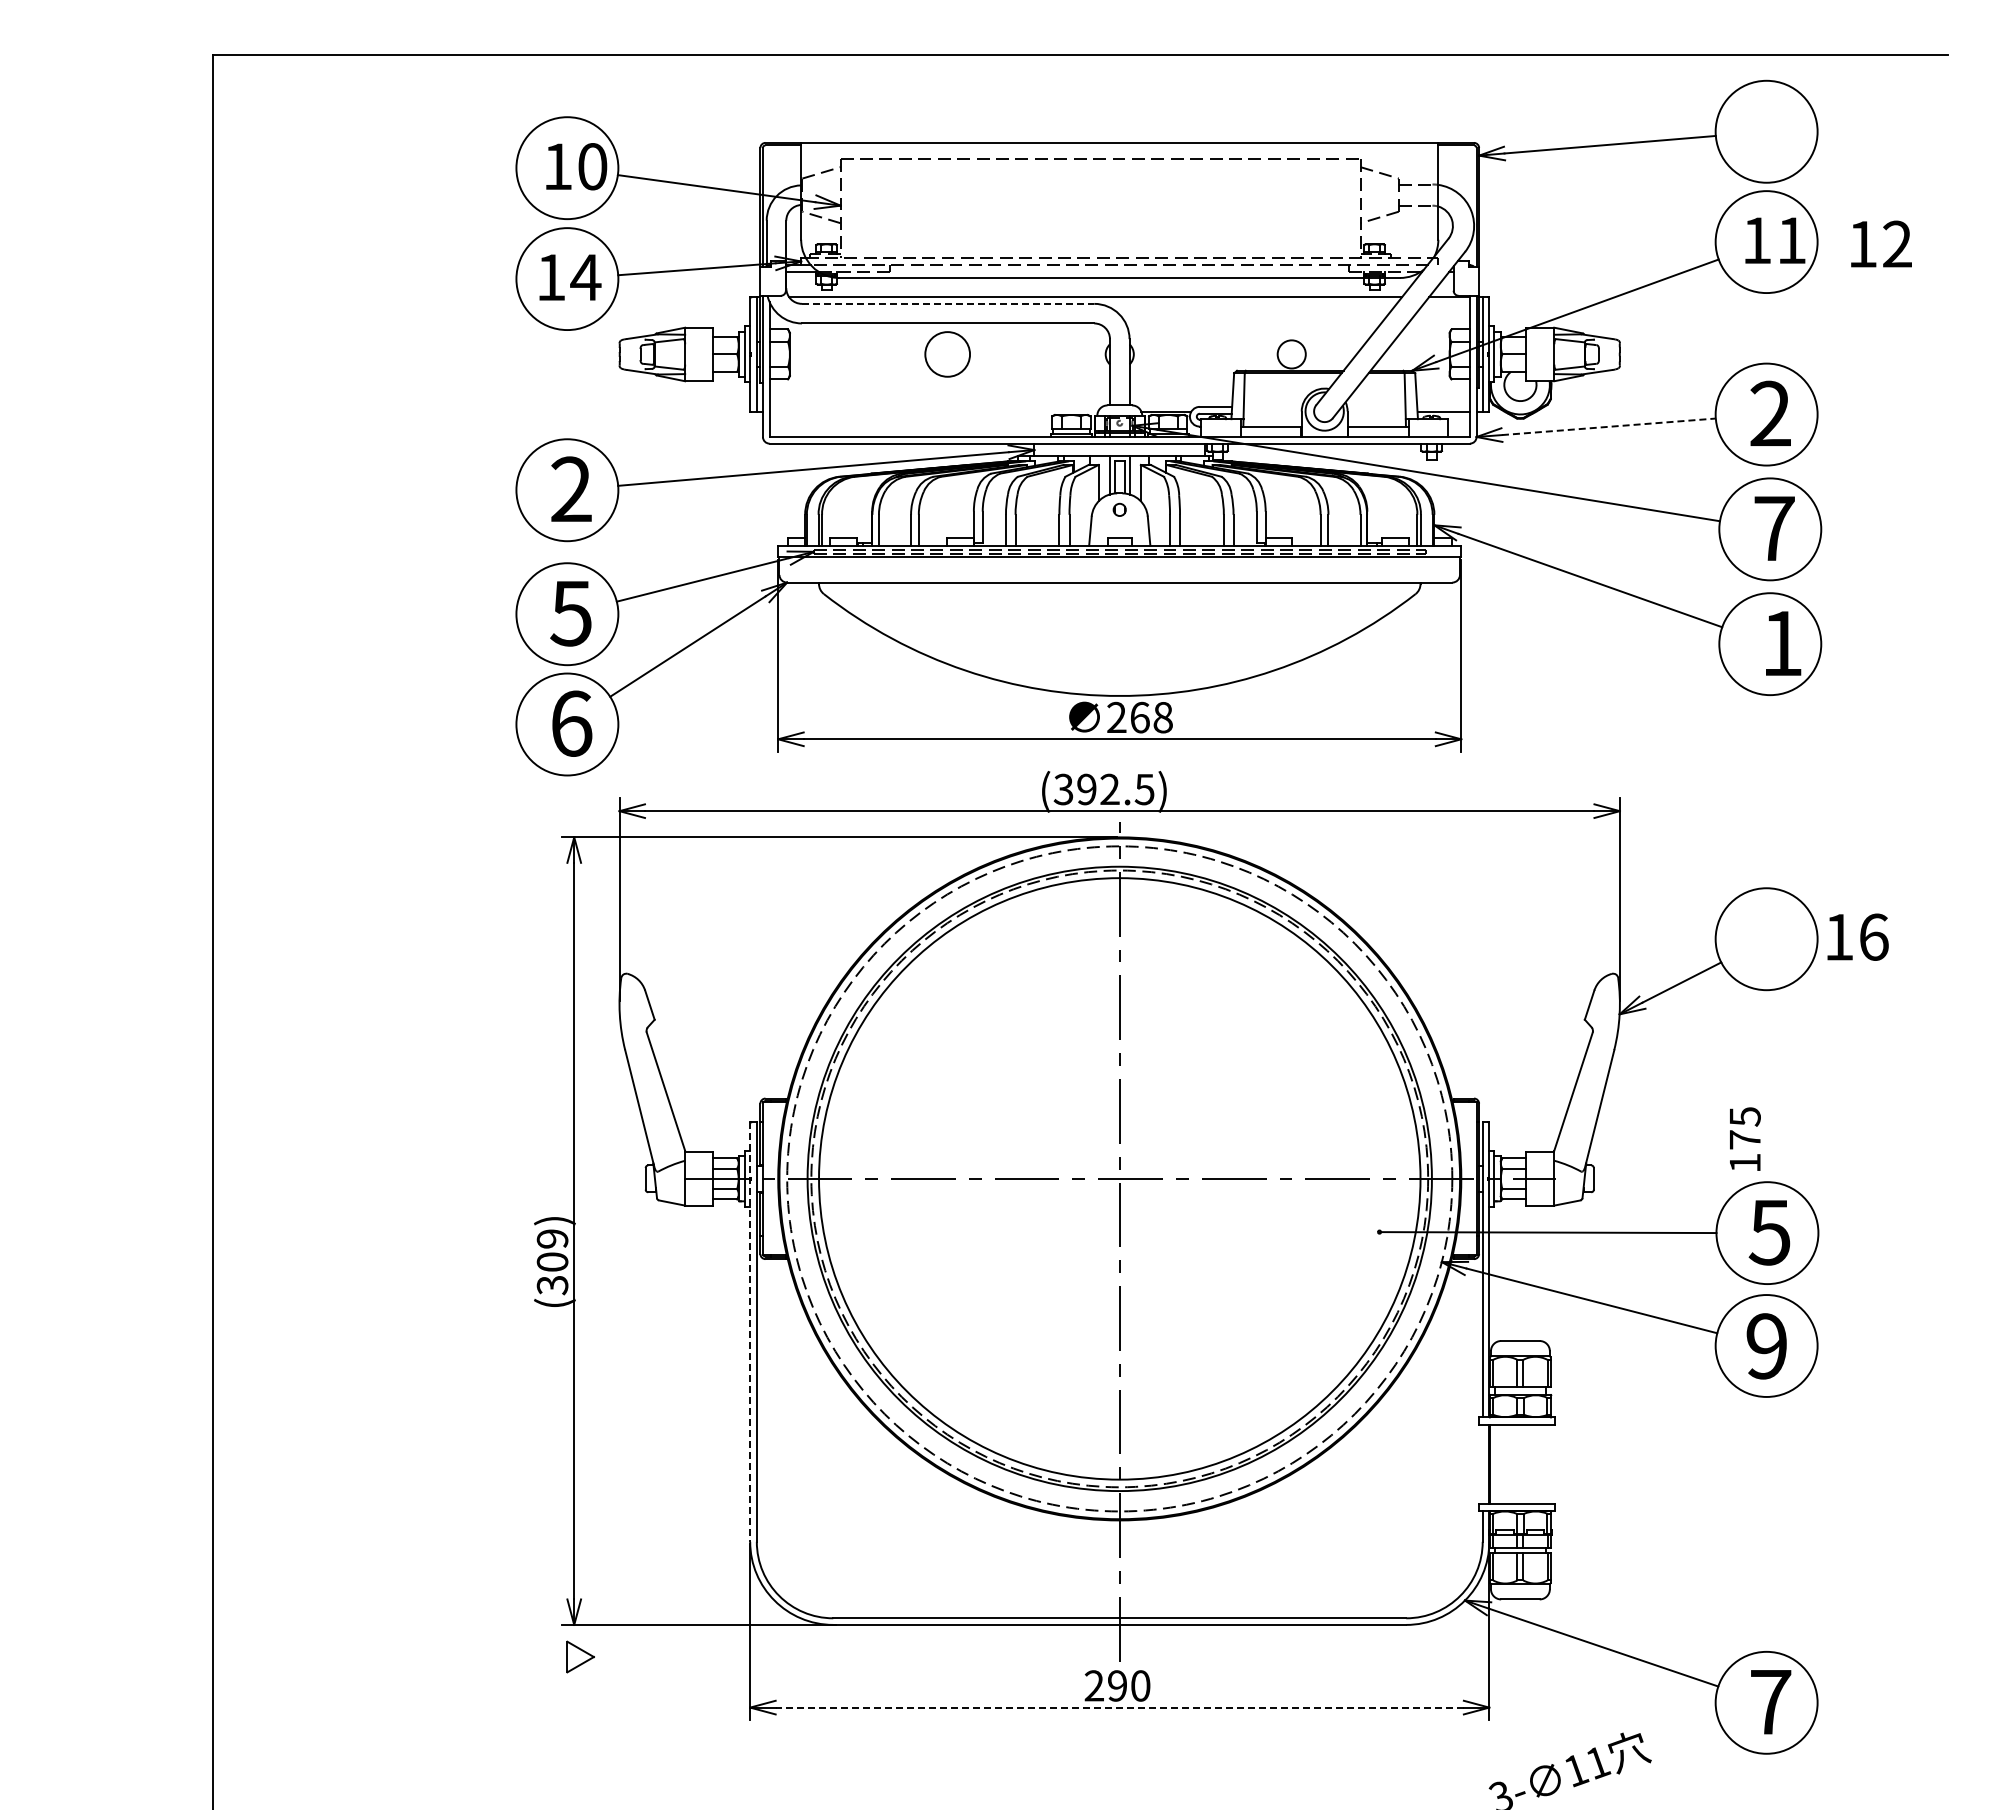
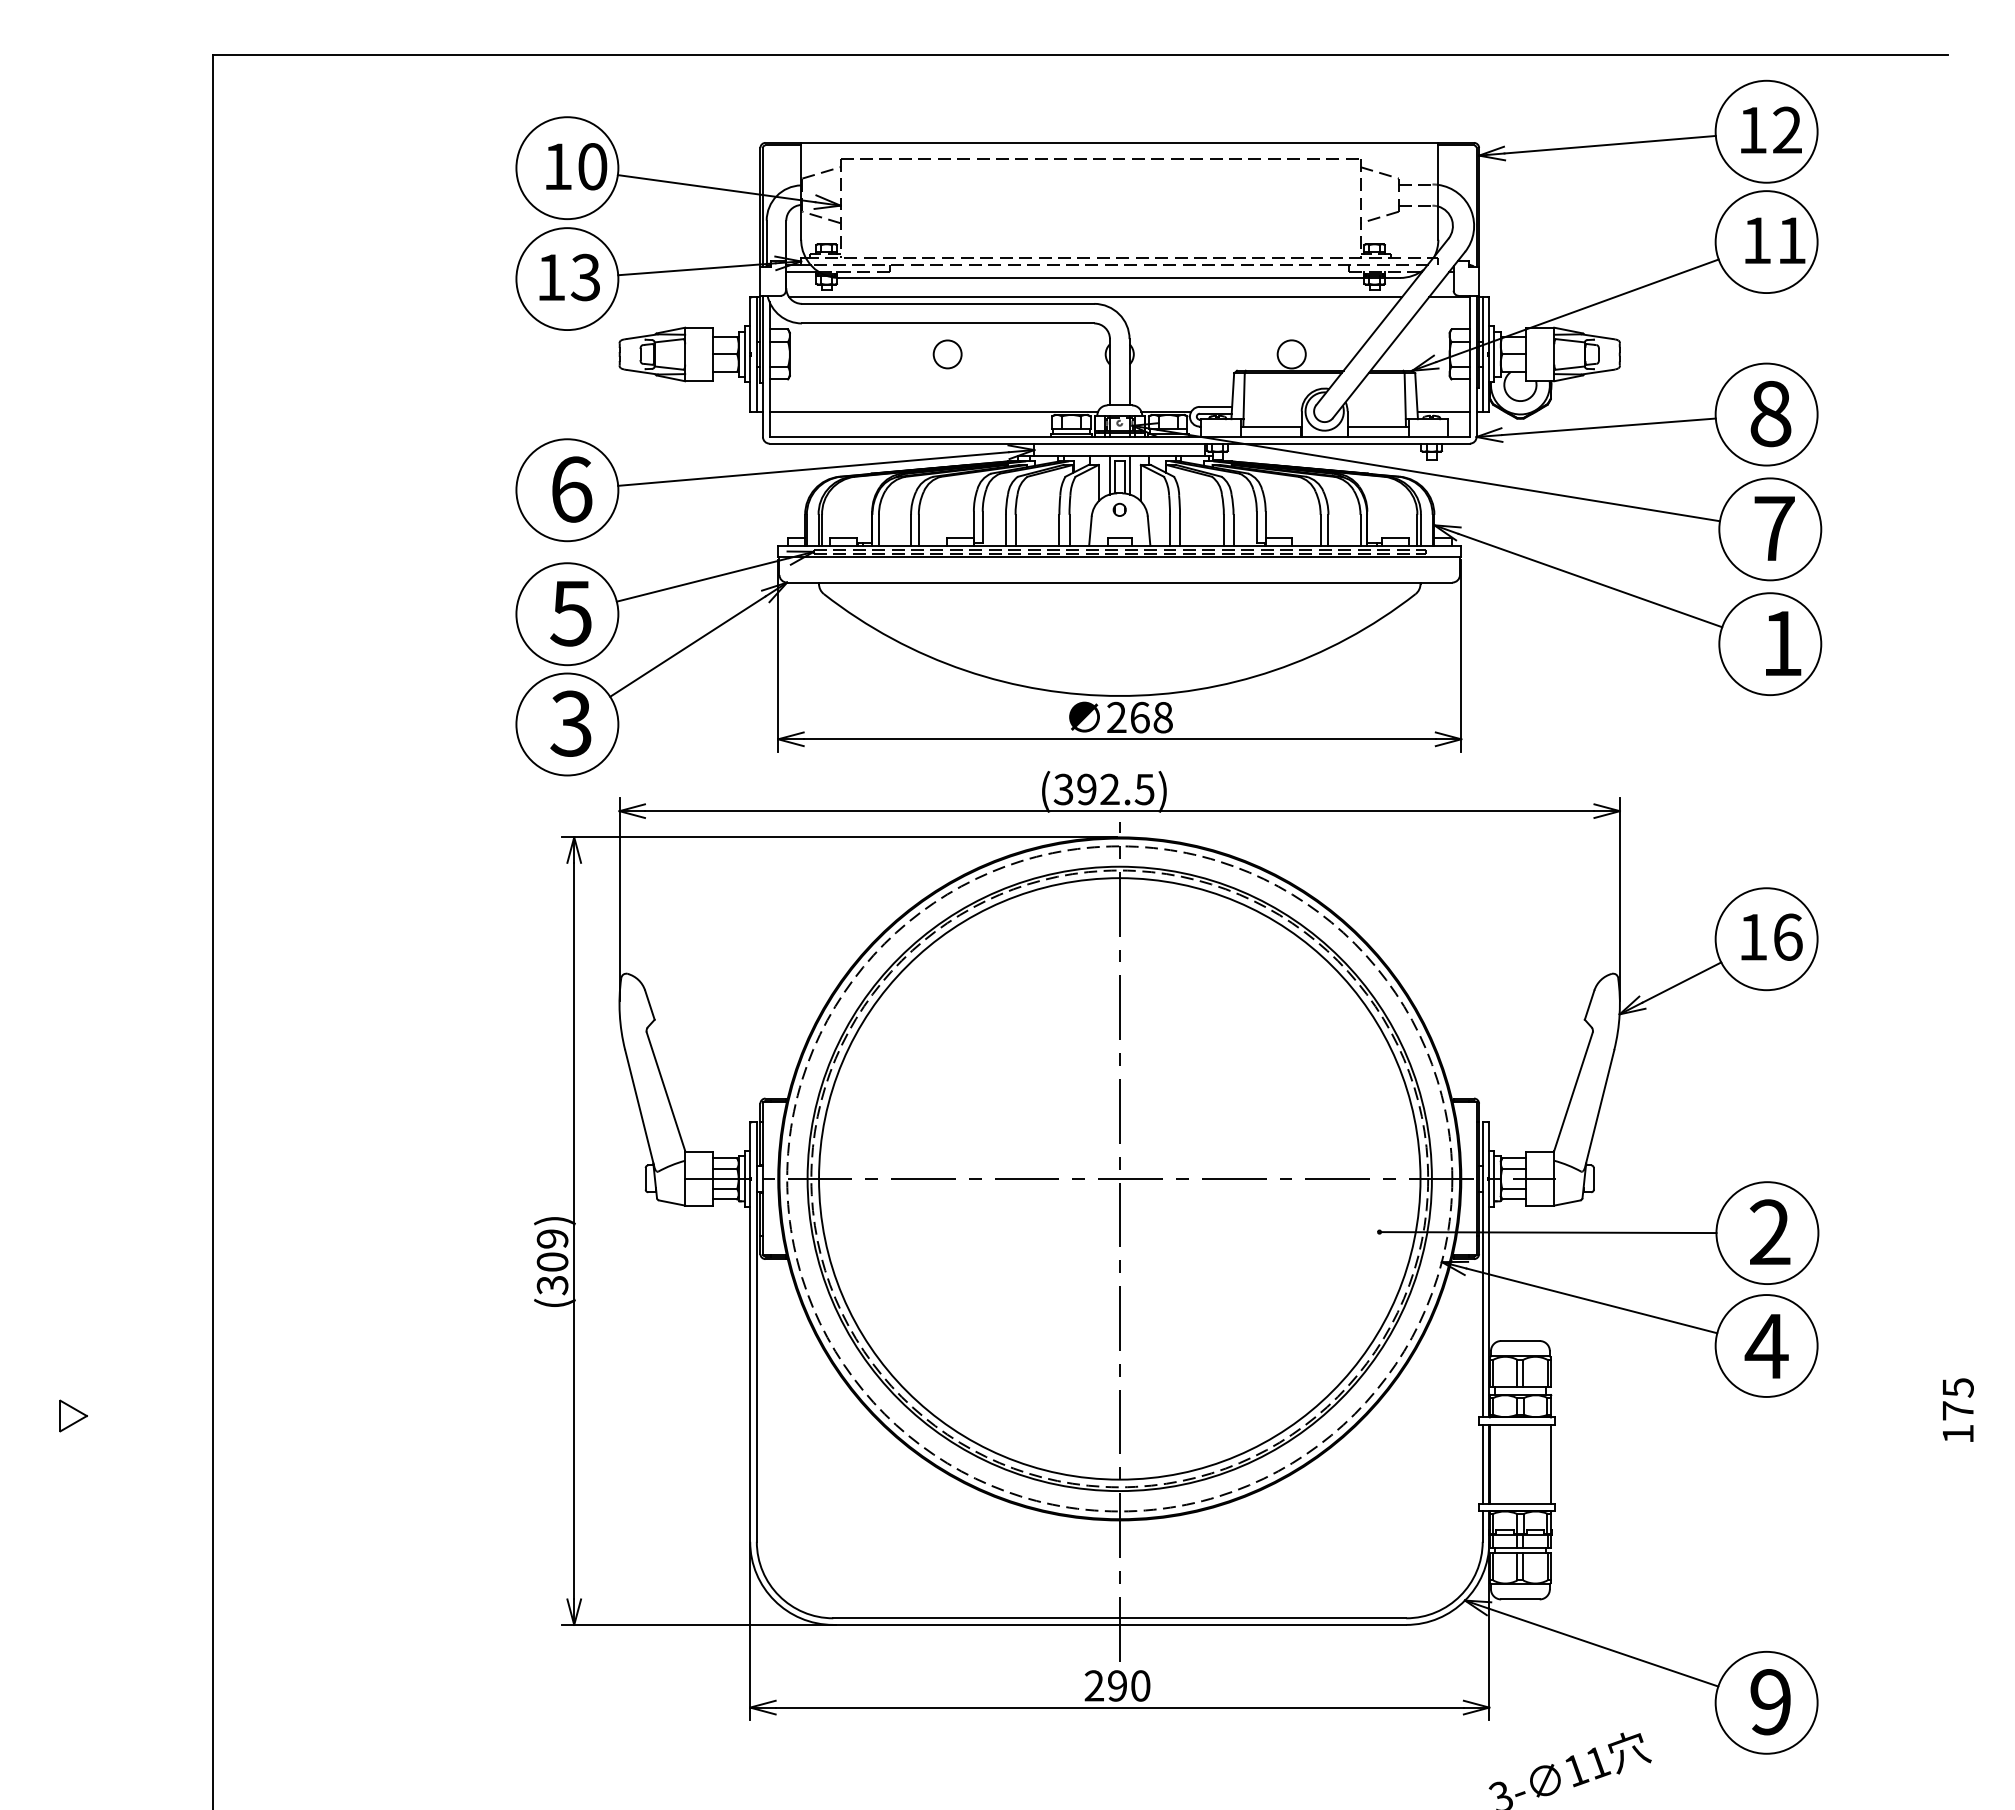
text at (1881, 243) position: (1881, 243) -> (1771, 129)
text at (585, 277): 14 -> 13
line at (948, 303): dashed -> solid
circle at (947, 354) diameter: 45 px -> 28 px
line at (933, 411): none -> present
text at (1770, 413): 2 -> 8
line at (1609, 426): dashed -> solid
text at (571, 489): 2 -> 6
text at (571, 723): 6 -> 3
text at (1857, 936) position: (1857, 936) -> (1771, 936)
text at (1745, 1138) position: (1745, 1138) -> (1958, 1409)
text at (1769, 1232): 5 -> 2
line at (750, 1332): dashed -> solid
text at (1766, 1346): 9 -> 4
line at (1482, 1464): none -> present
line at (1551, 1464): none -> present
part at (580, 1656) position: (580, 1656) -> (73, 1415)
text at (1770, 1702): 7 -> 9
line at (1119, 1707): dashed -> solid
